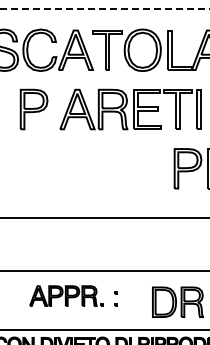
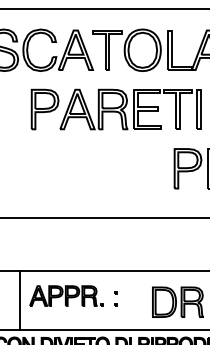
line at (105, 8): dashed -> solid
part at (33, 109) position: (33, 109) -> (44, 109)
line at (20, 299): none -> present
